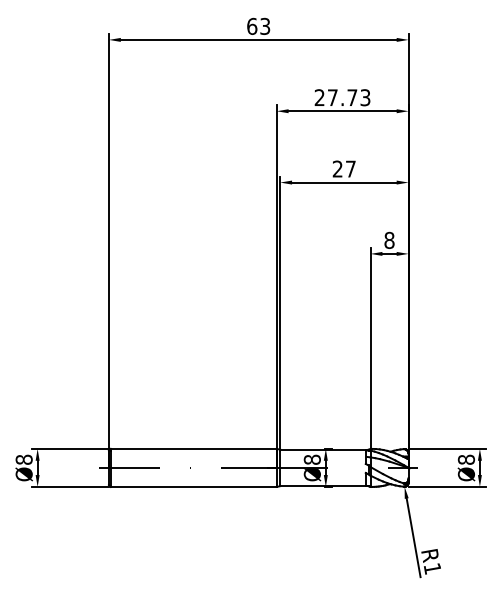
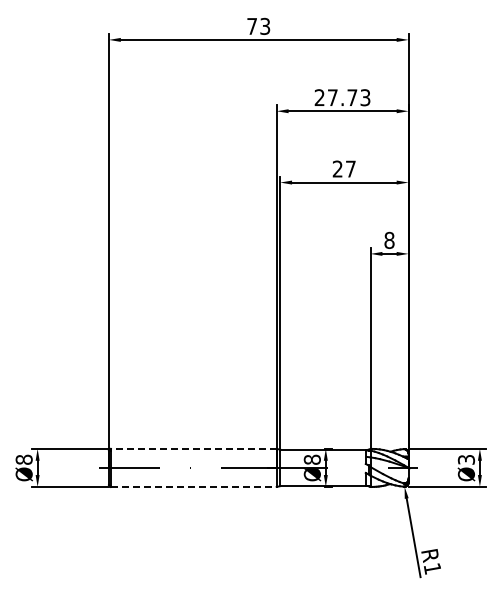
text at (252, 25): 63 -> 73
line at (193, 448): solid -> dashed
text at (466, 459): Ø8 -> Ø3
line at (193, 486): solid -> dashed
